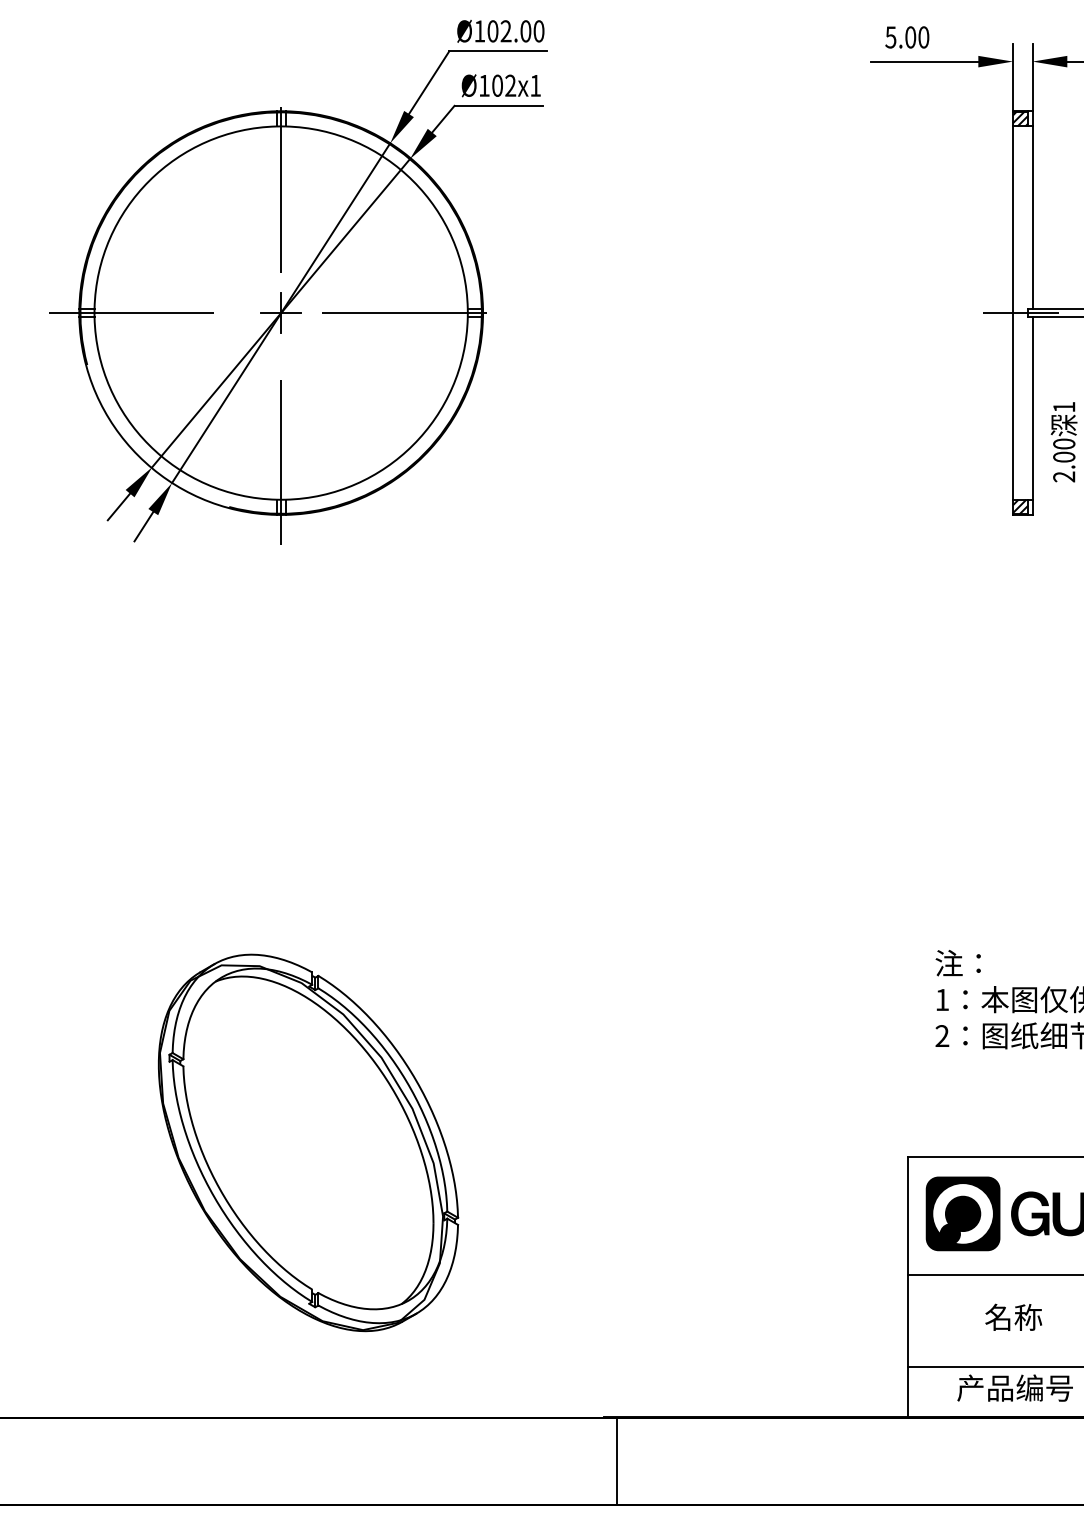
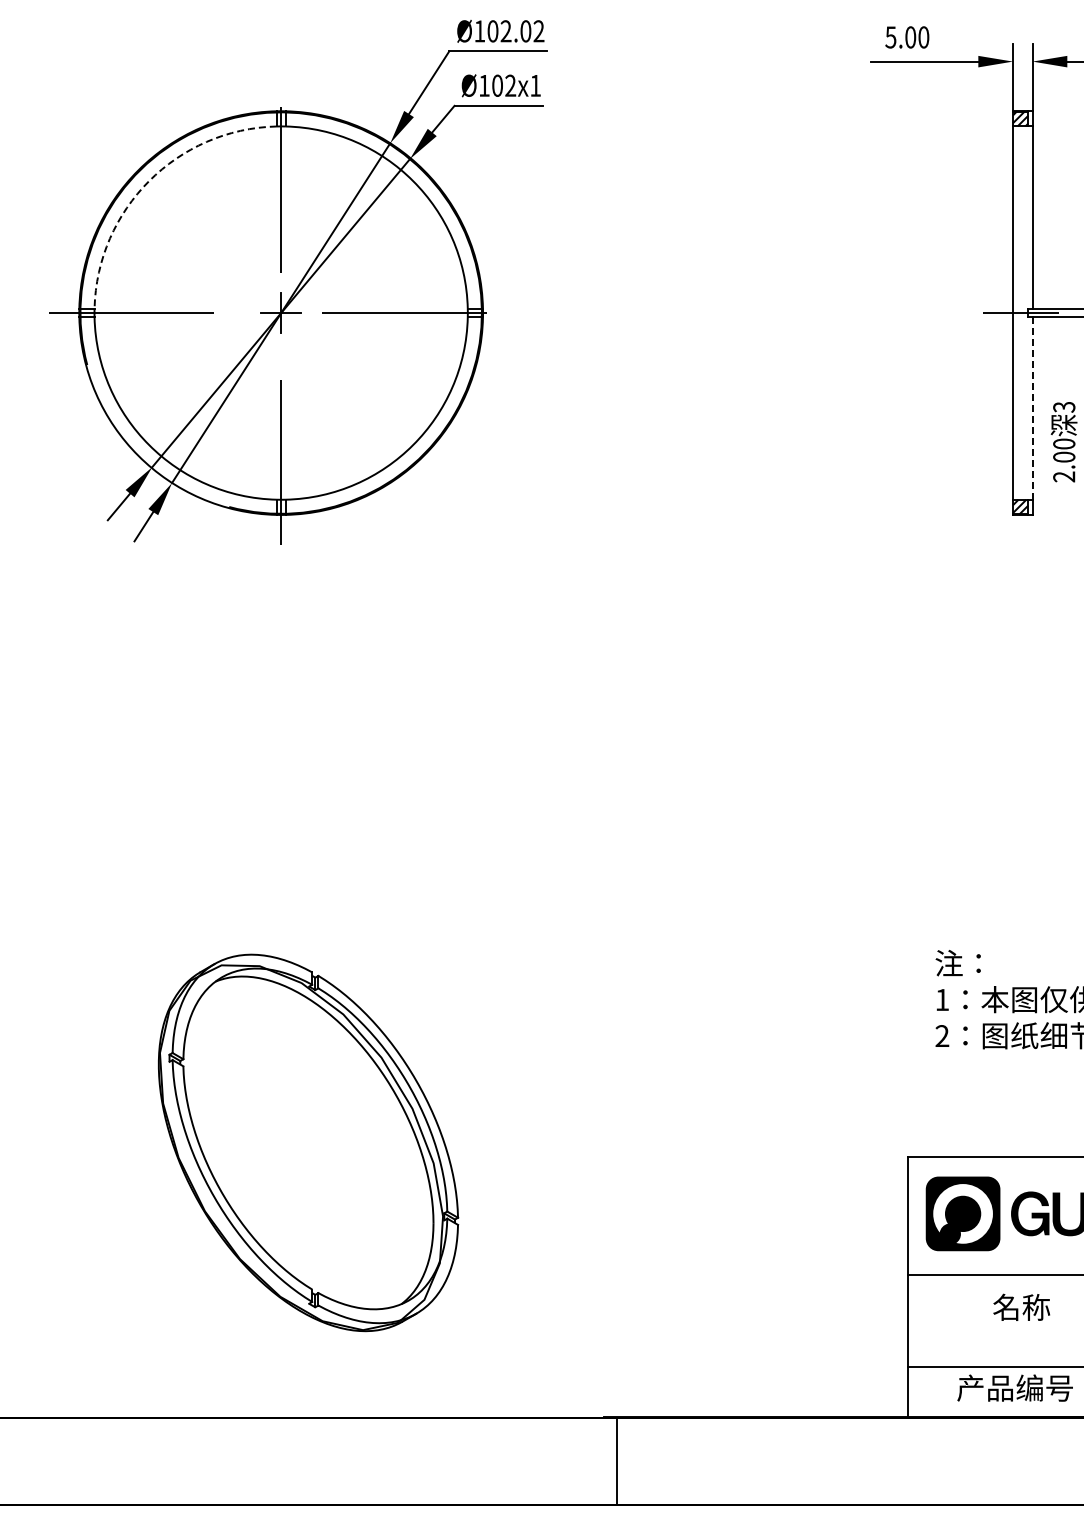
text at (538, 31): Ø102.00 -> Ø102.02
arc at (149, 181): solid -> dashed
text at (1064, 407): 1 -> 3
line at (1032, 408): solid -> dashed
text at (1013, 1316) position: (1013, 1316) -> (1021, 1306)
